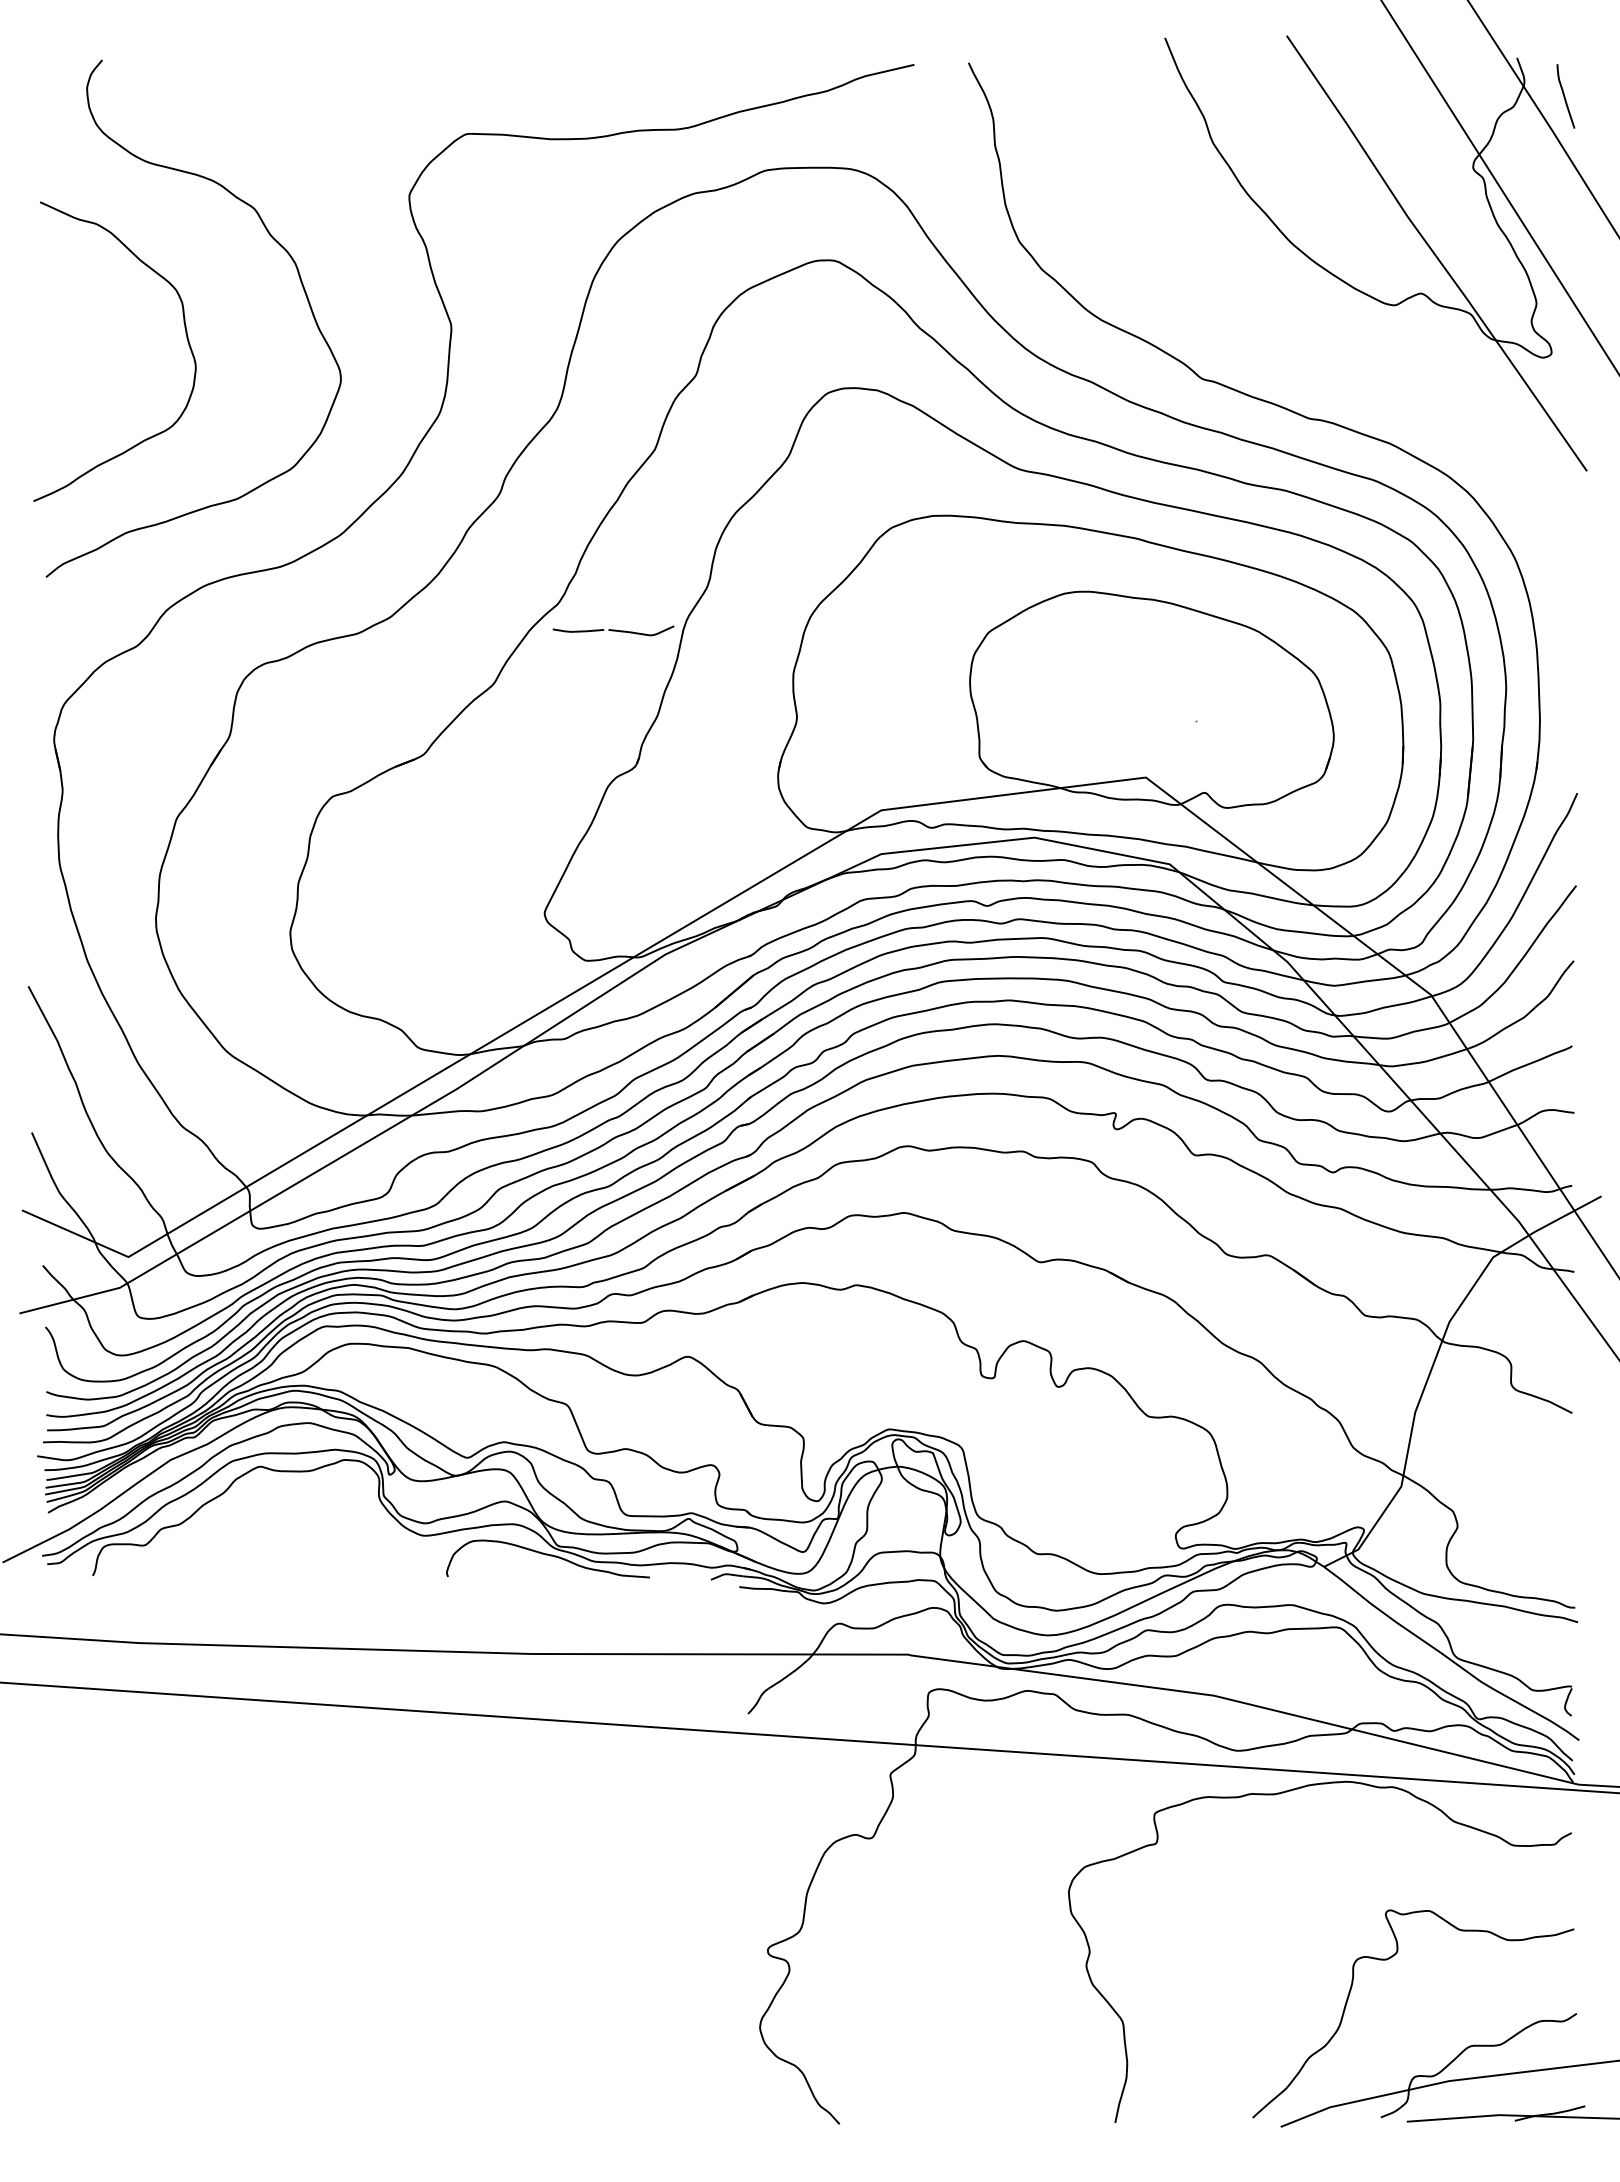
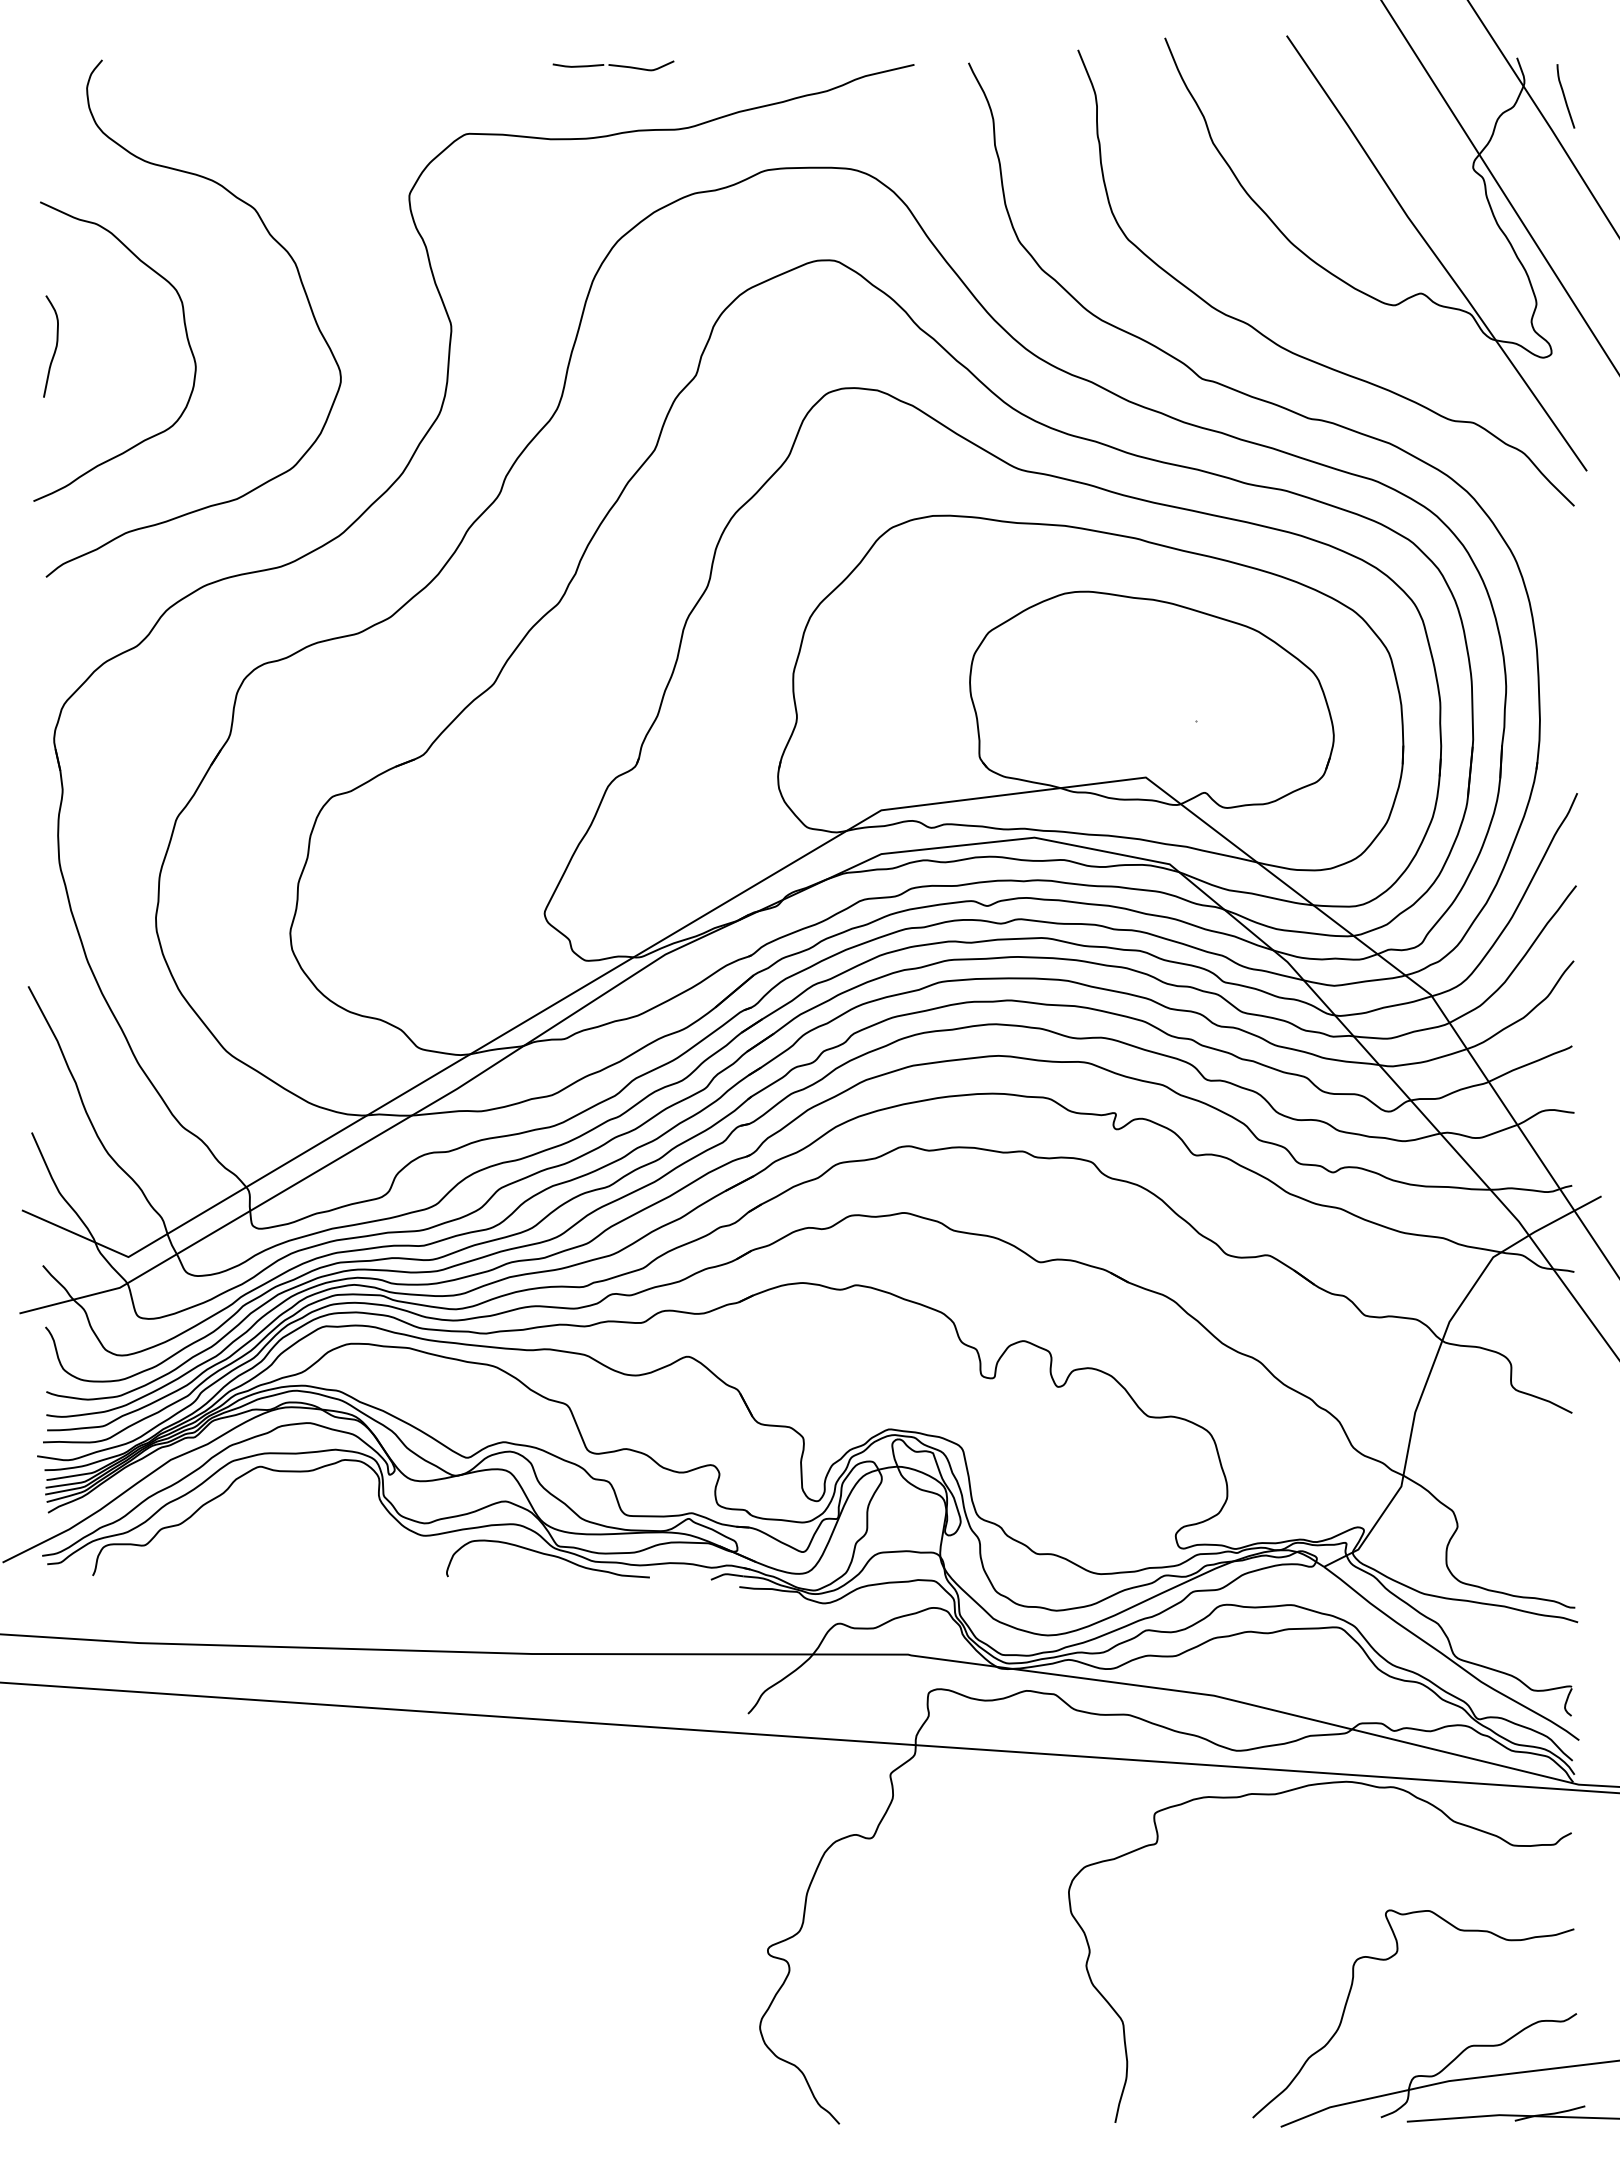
curve at (55, 346): none -> present
curve at (1288, 349): none -> present
part at (613, 630) position: (613, 630) -> (613, 65)
